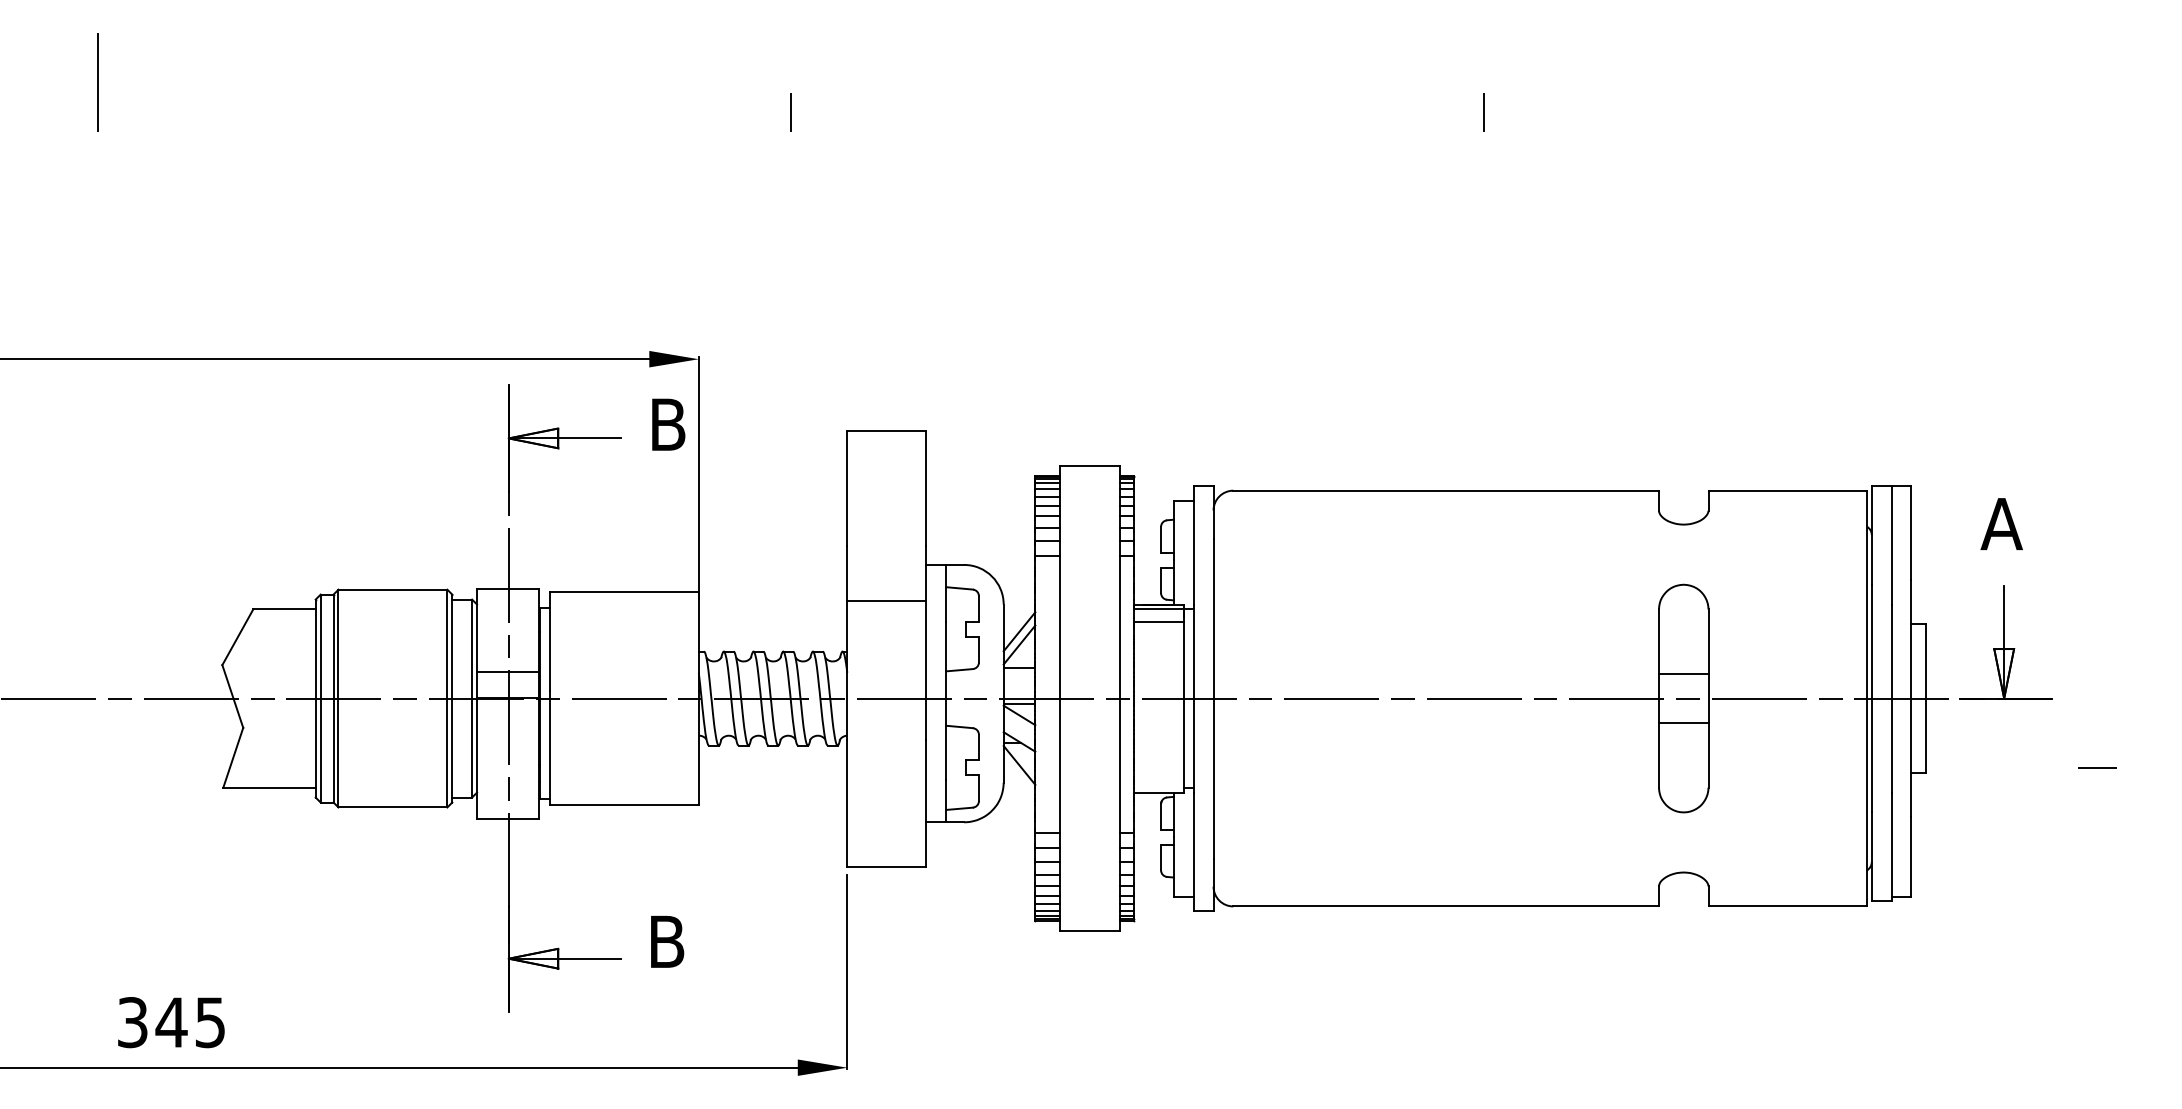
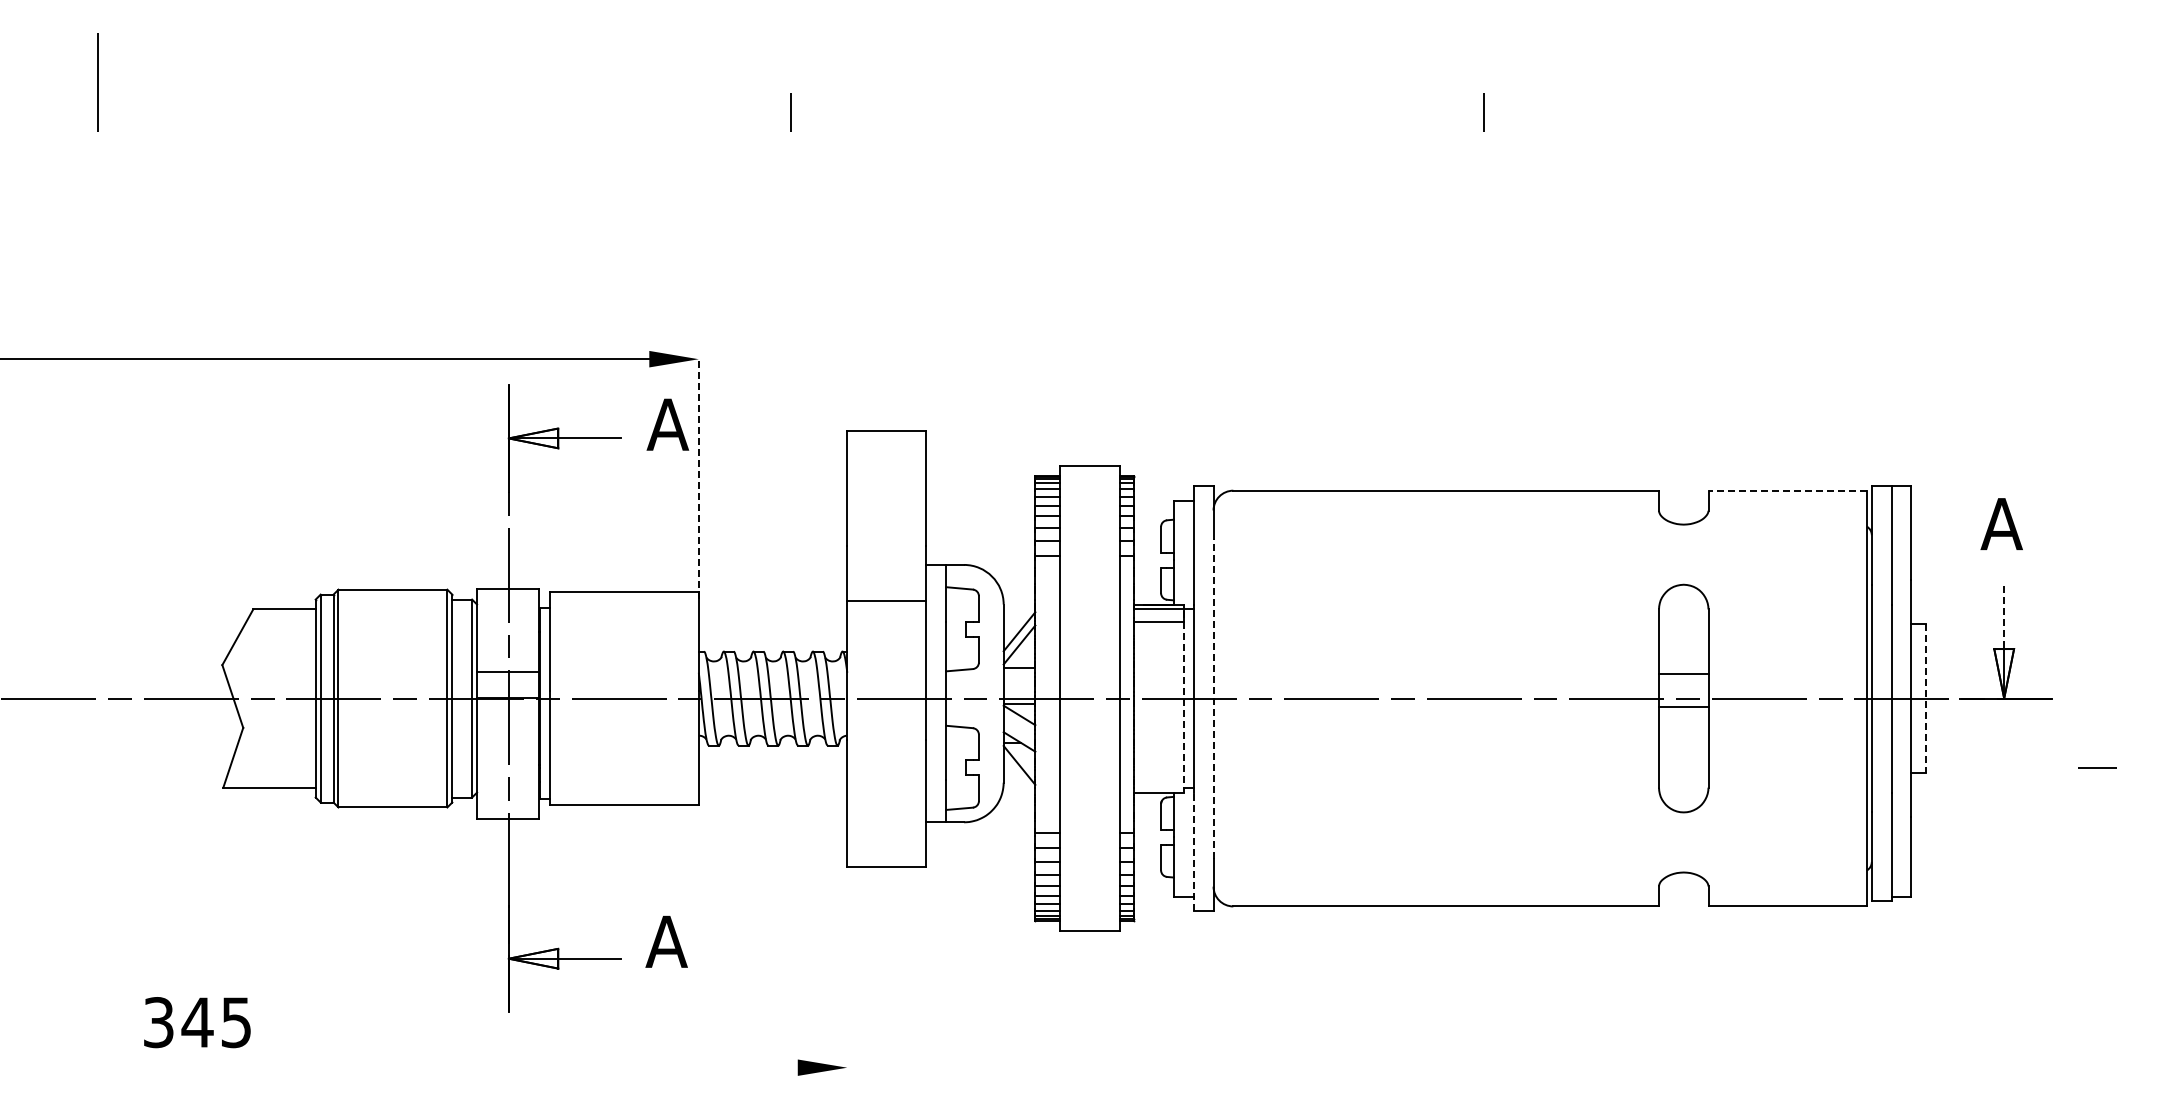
text at (667, 424): B -> A
line at (698, 477): solid -> dashed
line at (1787, 490): solid -> dashed
line at (2004, 618): solid -> dashed
line at (1213, 698): solid -> dashed
line at (1926, 699): solid -> dashed
line at (1183, 707): solid -> dashed
line at (1683, 723) position: (1683, 723) -> (1683, 707)
line at (1193, 851): solid -> dashed
text at (666, 941): B -> A
line at (847, 972): present -> none
text at (171, 1022) position: (171, 1022) -> (197, 1022)
line at (399, 1067): present -> none
